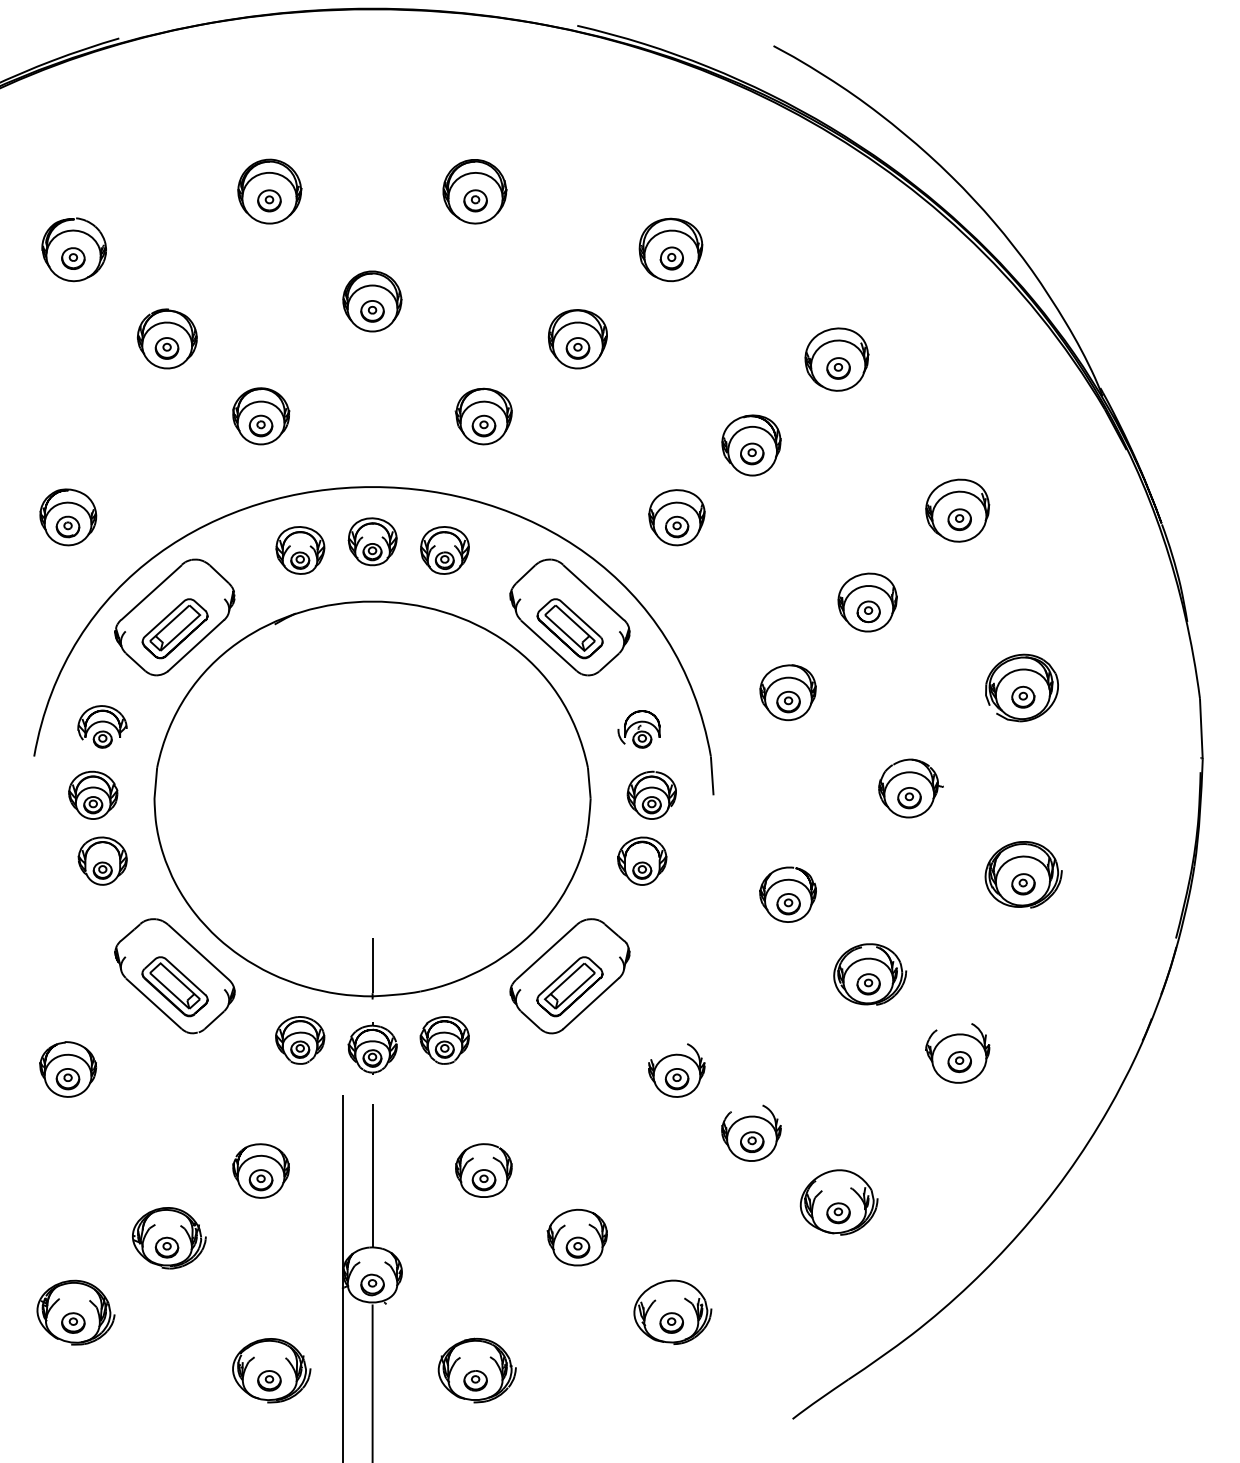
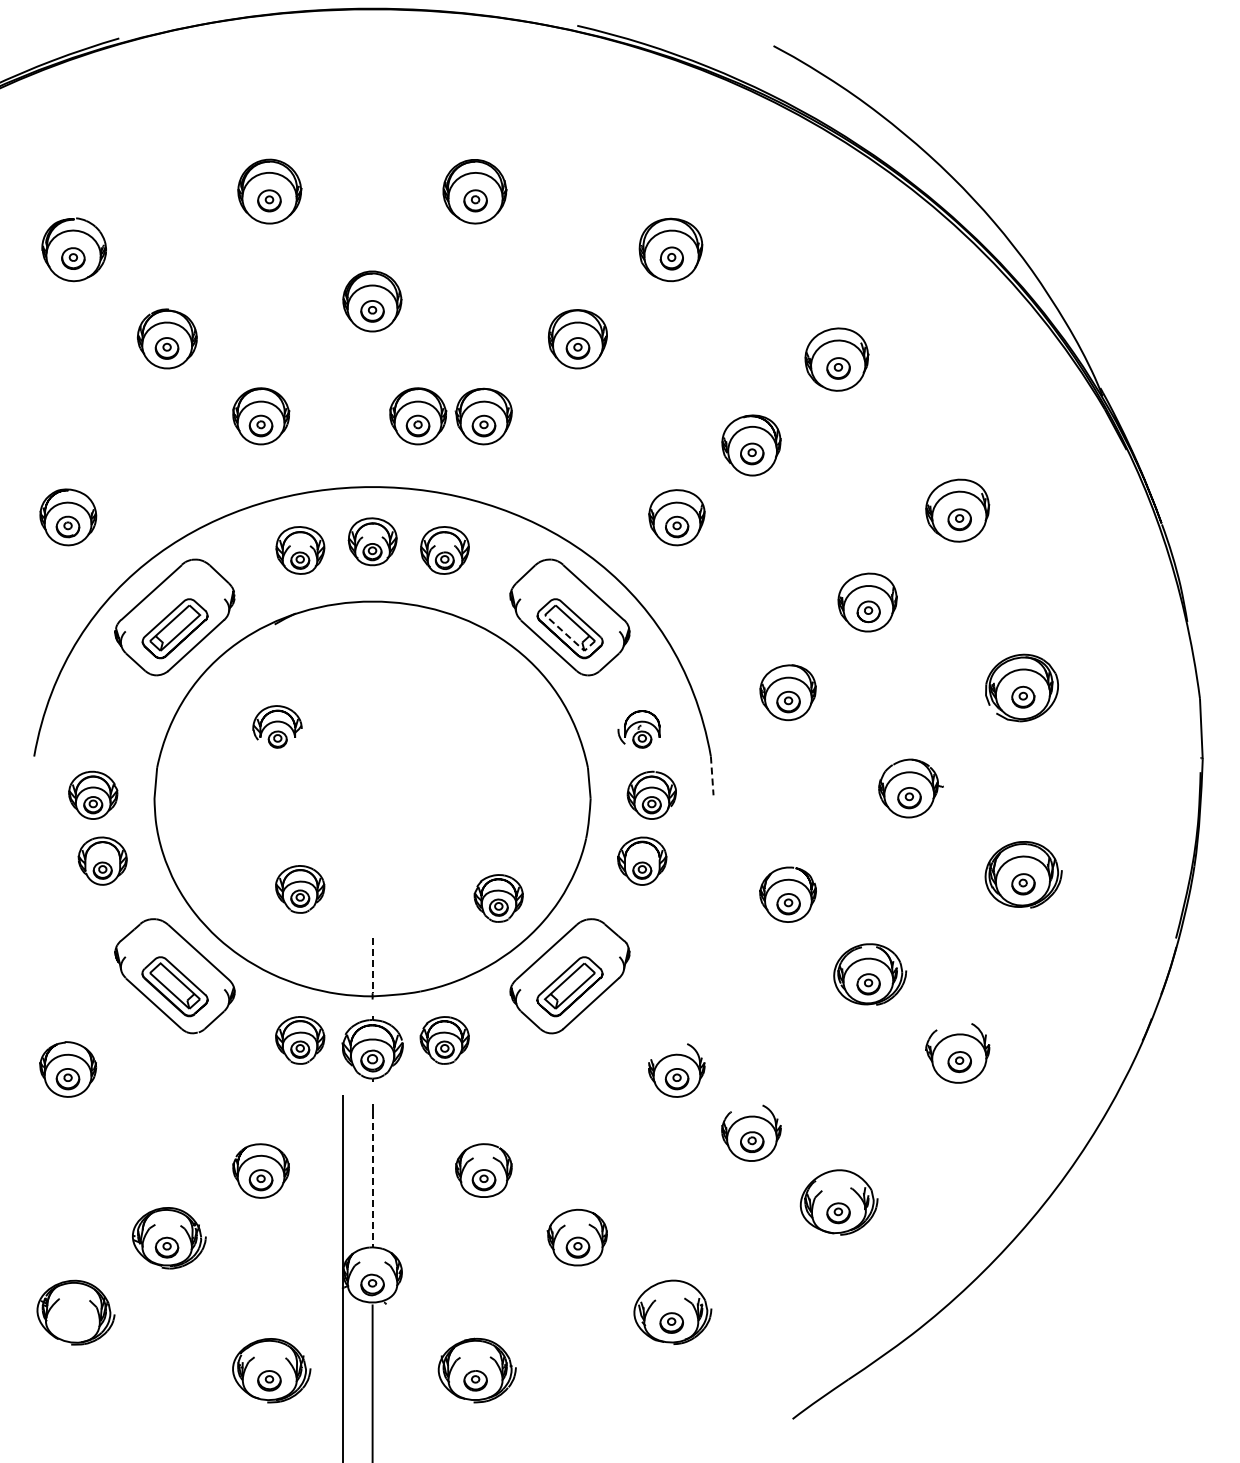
part at (418, 416): none -> present
line at (570, 638): solid -> dashed
part at (102, 726) position: (102, 726) -> (277, 726)
line at (712, 776): solid -> dashed
part at (300, 889): none -> present
part at (498, 898): none -> present
line at (372, 965): solid -> dashed
part at (372, 1048) size: 51x53 px -> 63x66 px
line at (372, 1178): solid -> dashed
part at (73, 1322): present -> none
